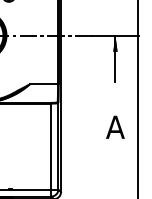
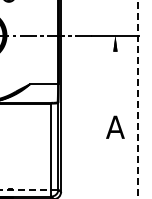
line at (115, 58): present -> none
line at (138, 99): solid -> dashed
line at (26, 189): solid -> dashed
